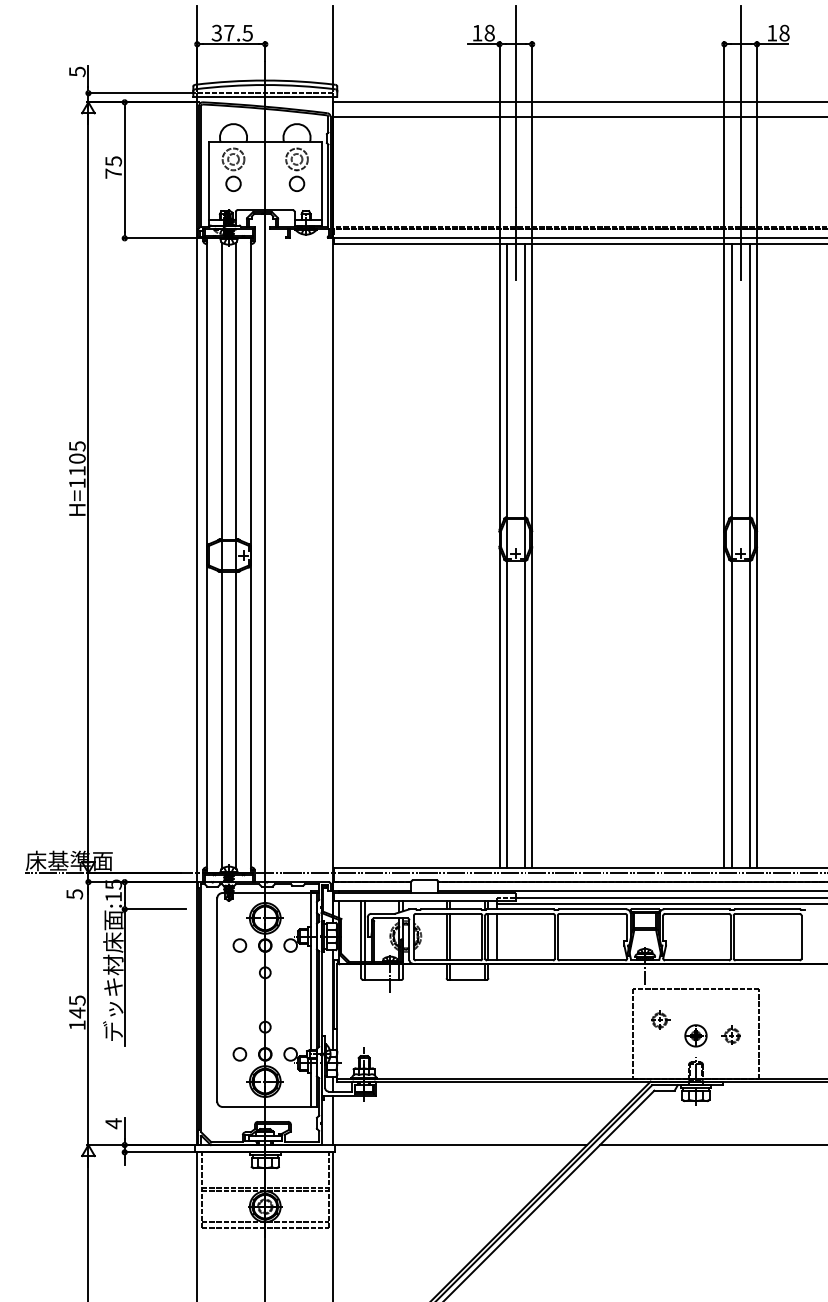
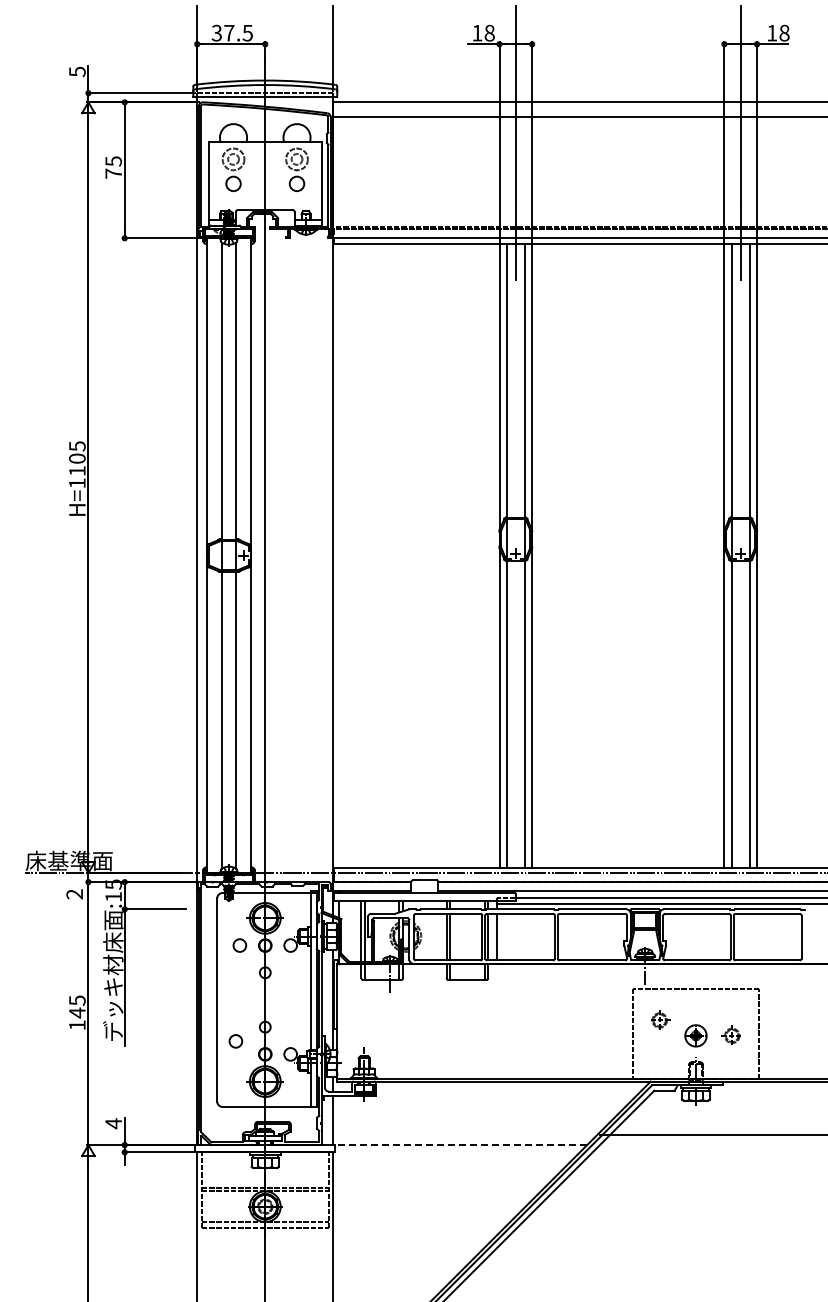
text at (74, 894): 5 -> 2
circle at (239, 1054) position: (239, 1054) -> (235, 1041)
line at (460, 1145): solid -> dashed
line at (712, 1145) position: (712, 1145) -> (712, 1135)
